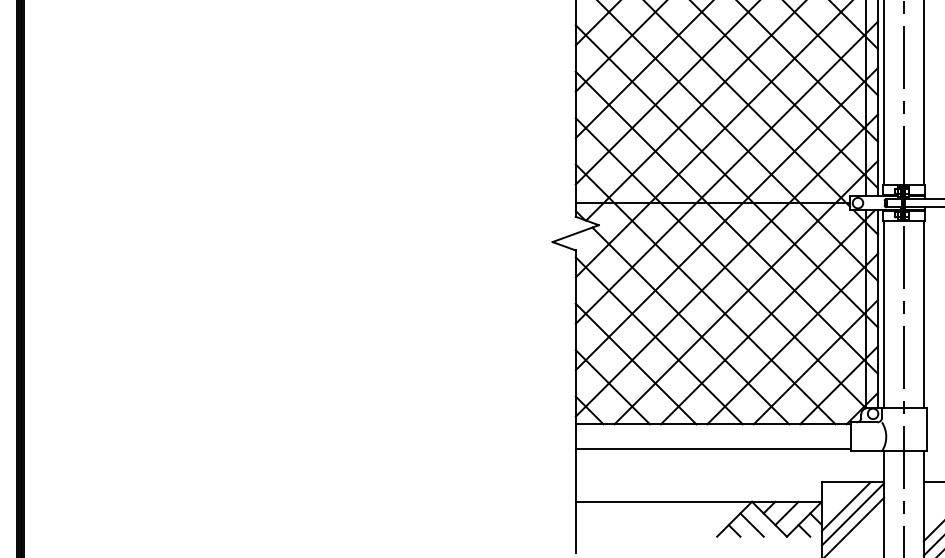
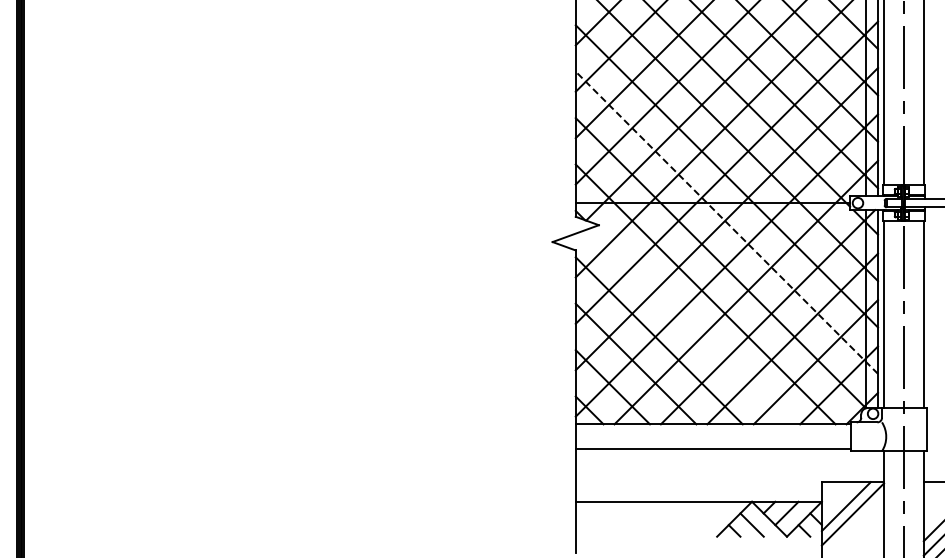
line at (726, 222): solid -> dashed
line at (690, 325): present -> none
line at (855, 525): present -> none
